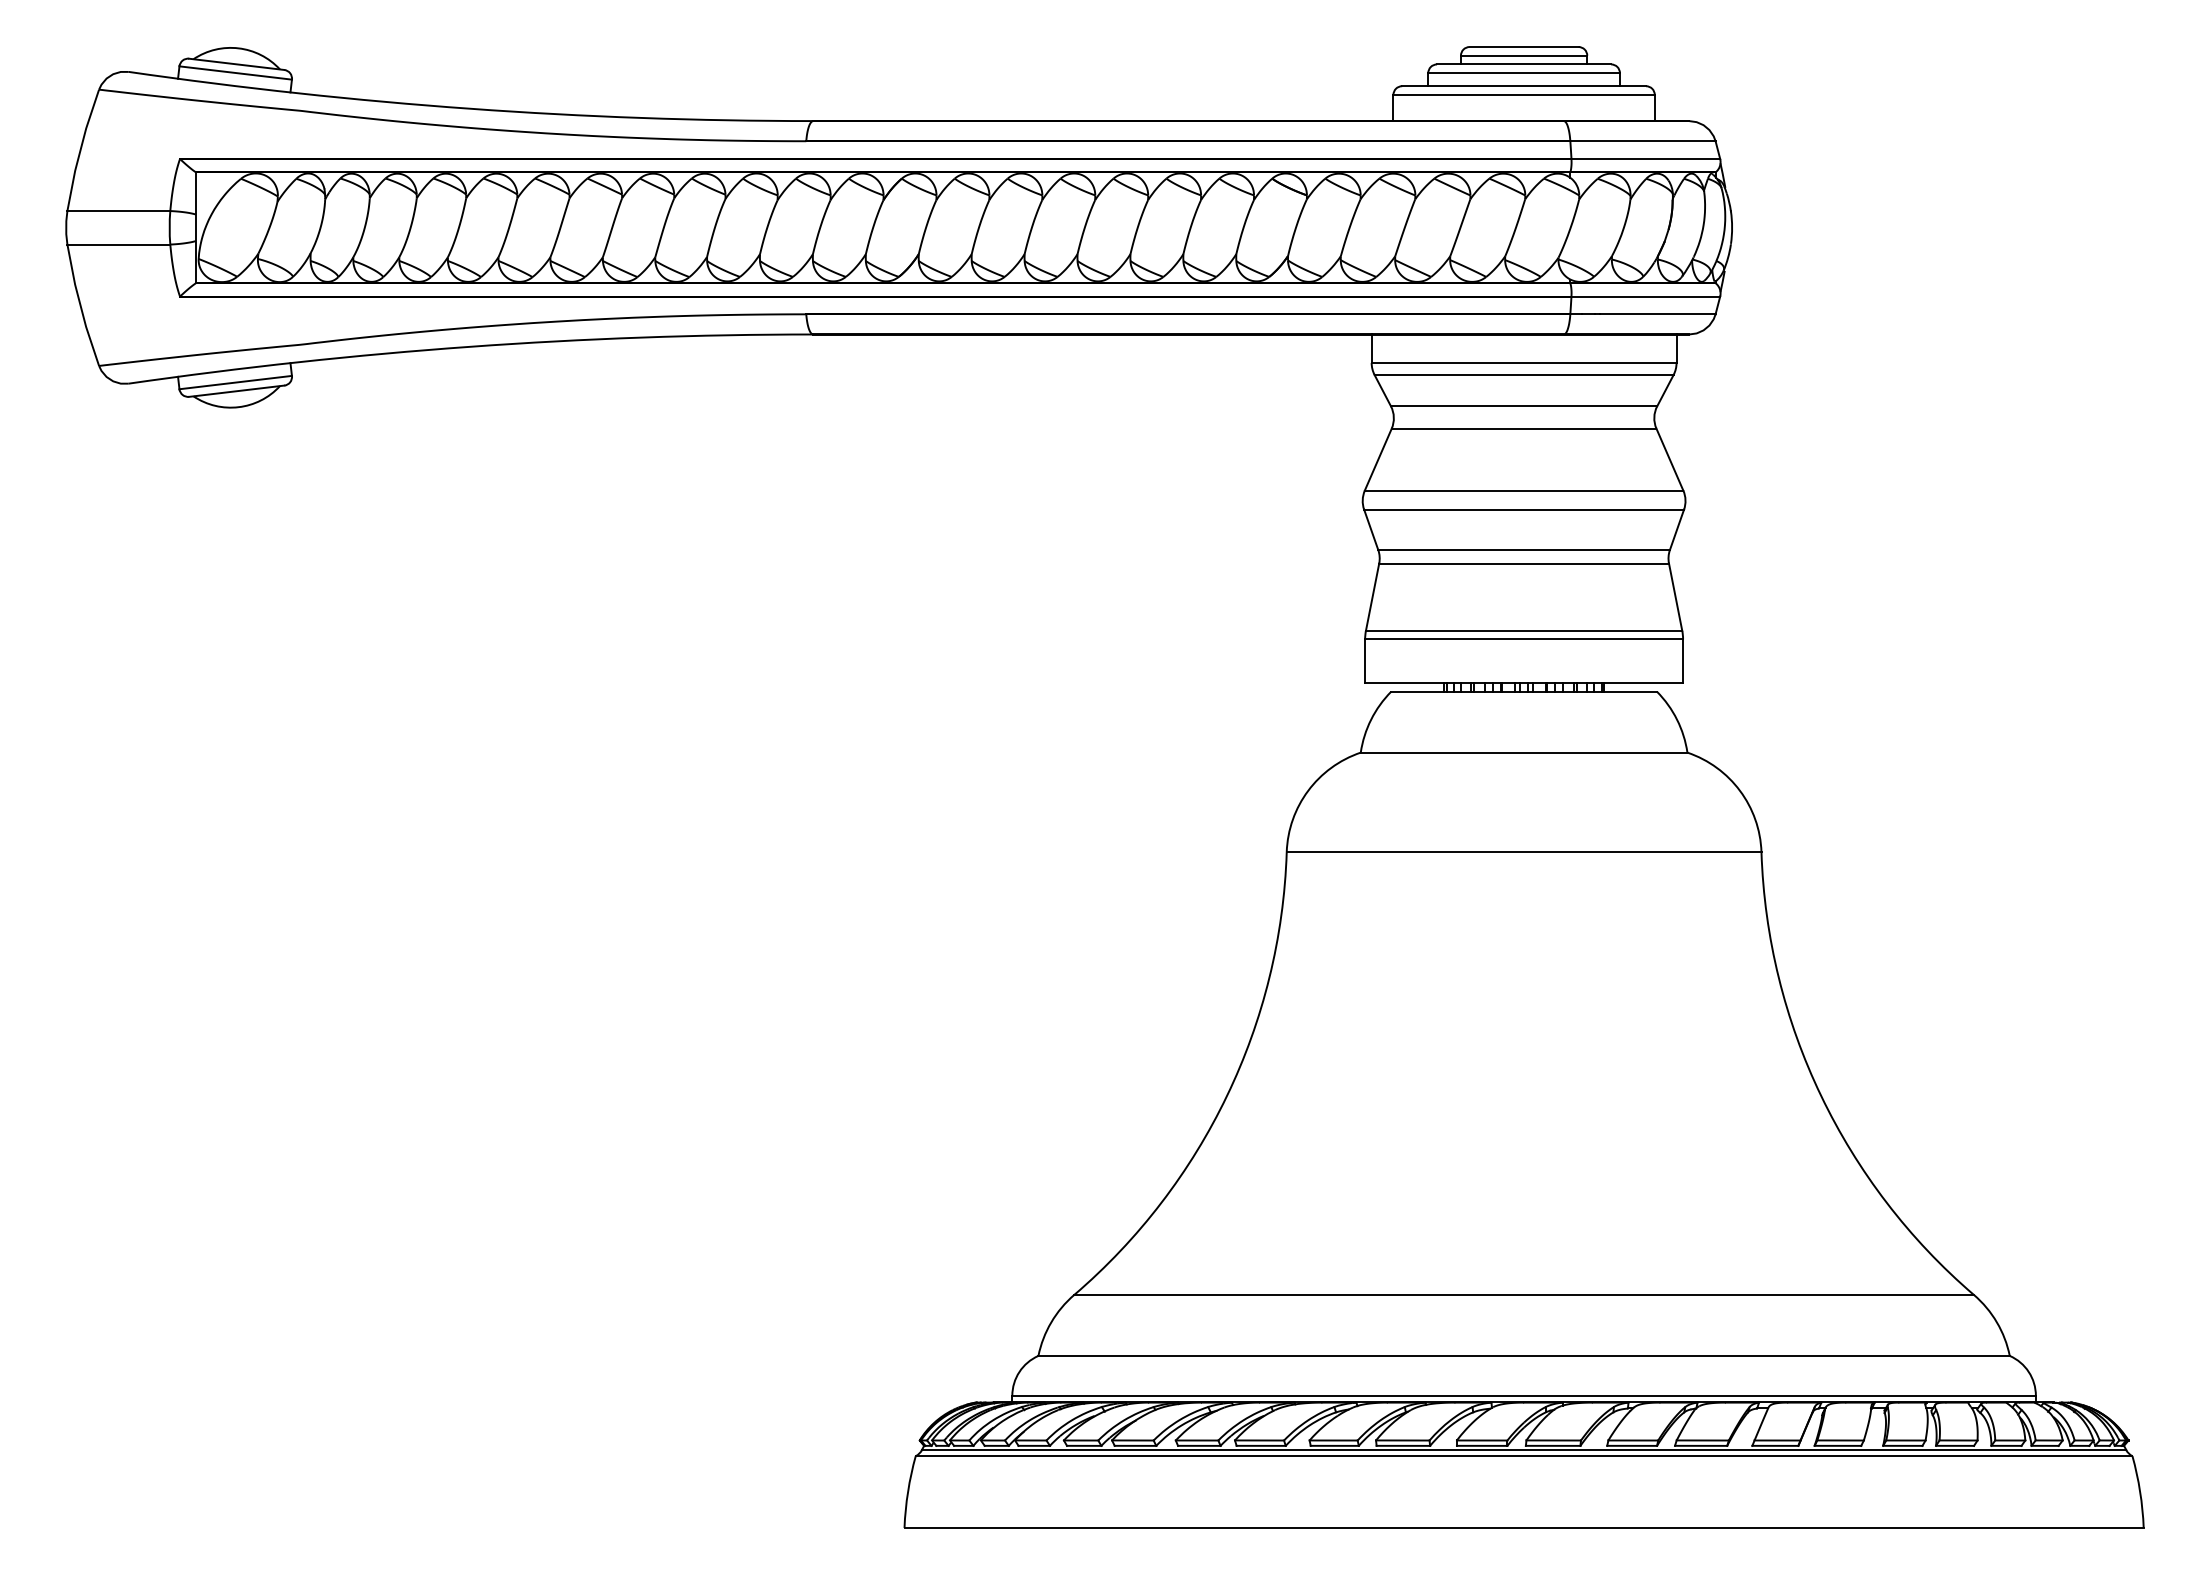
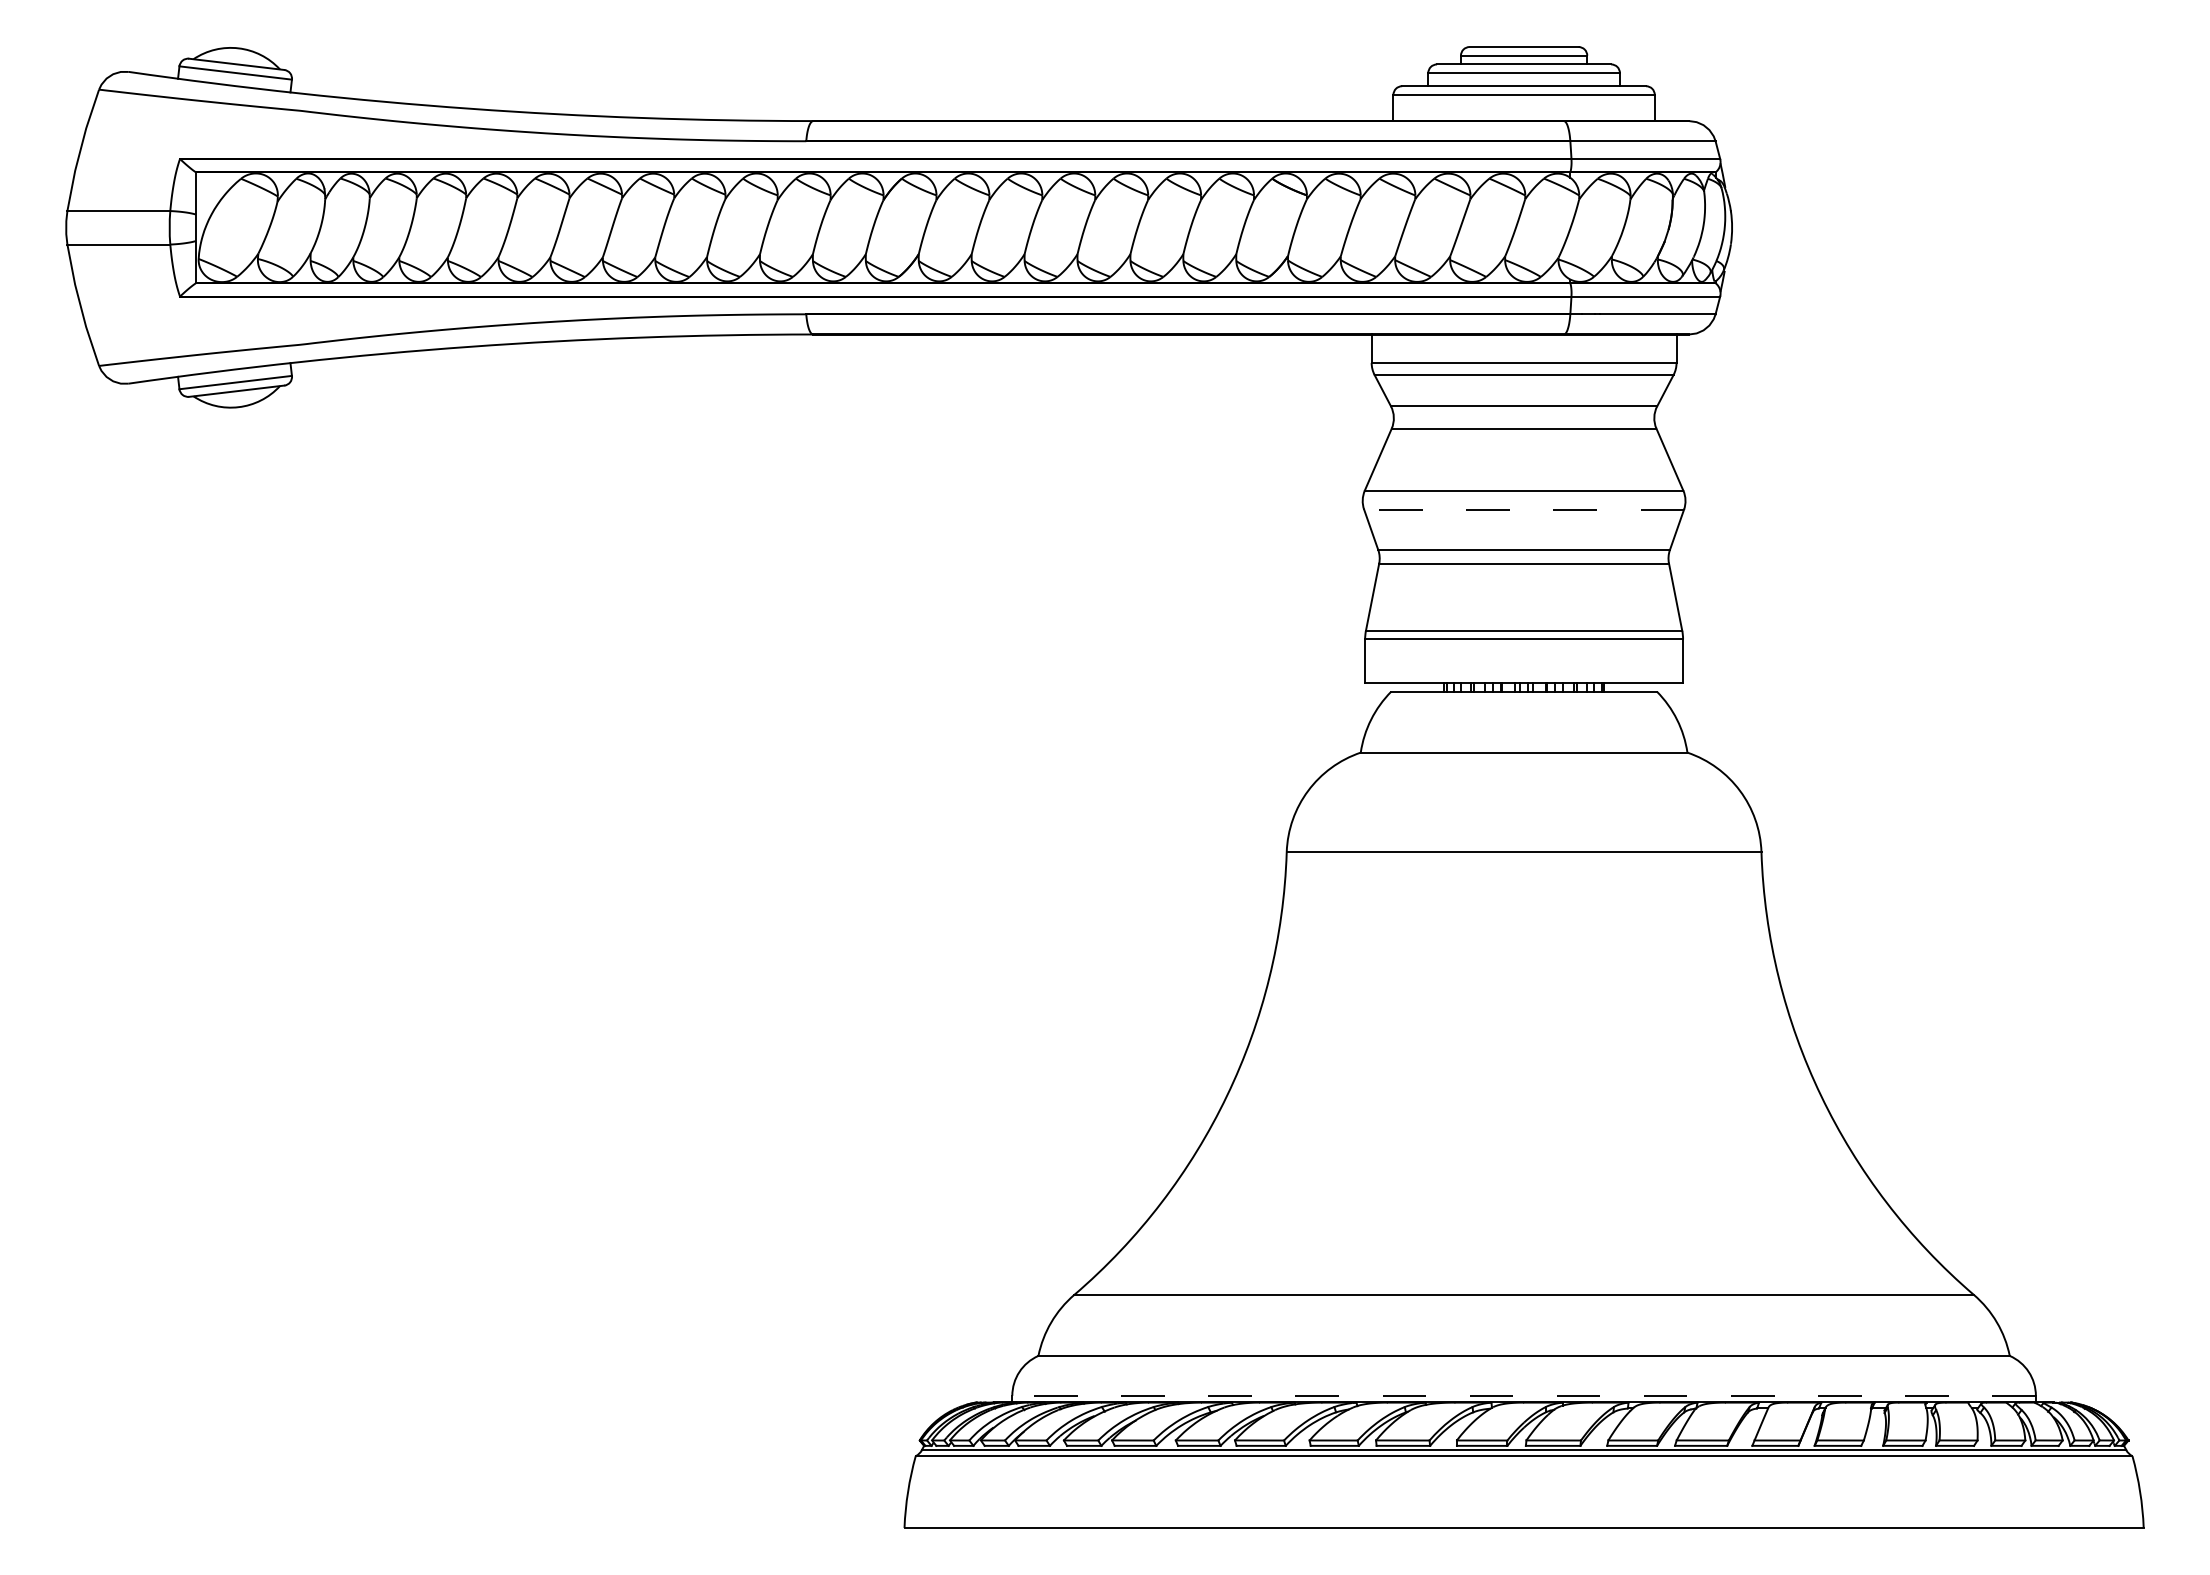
line at (1524, 509): solid -> dashed
line at (1524, 1395): solid -> dashed
